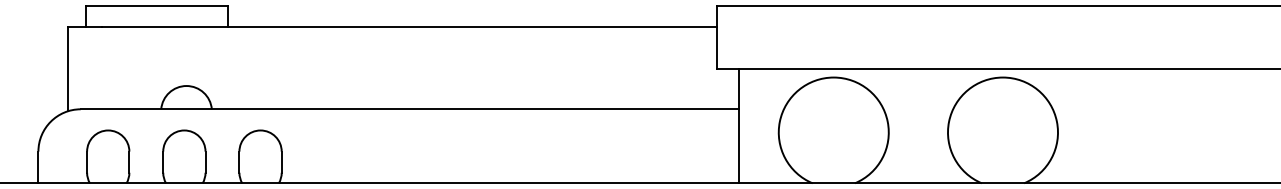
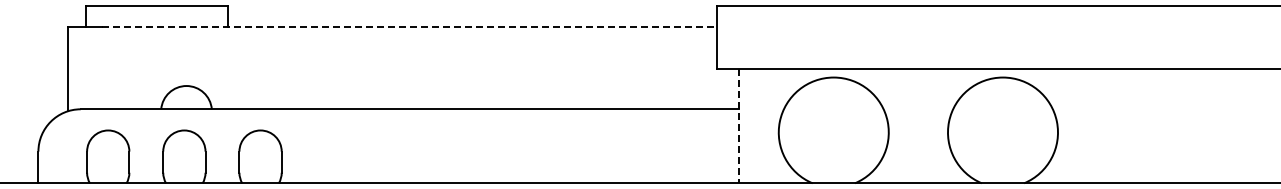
line at (409, 26): solid -> dashed
line at (738, 126): solid -> dashed
